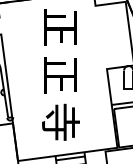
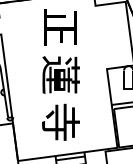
text at (60, 74): 正 -> 蓮
